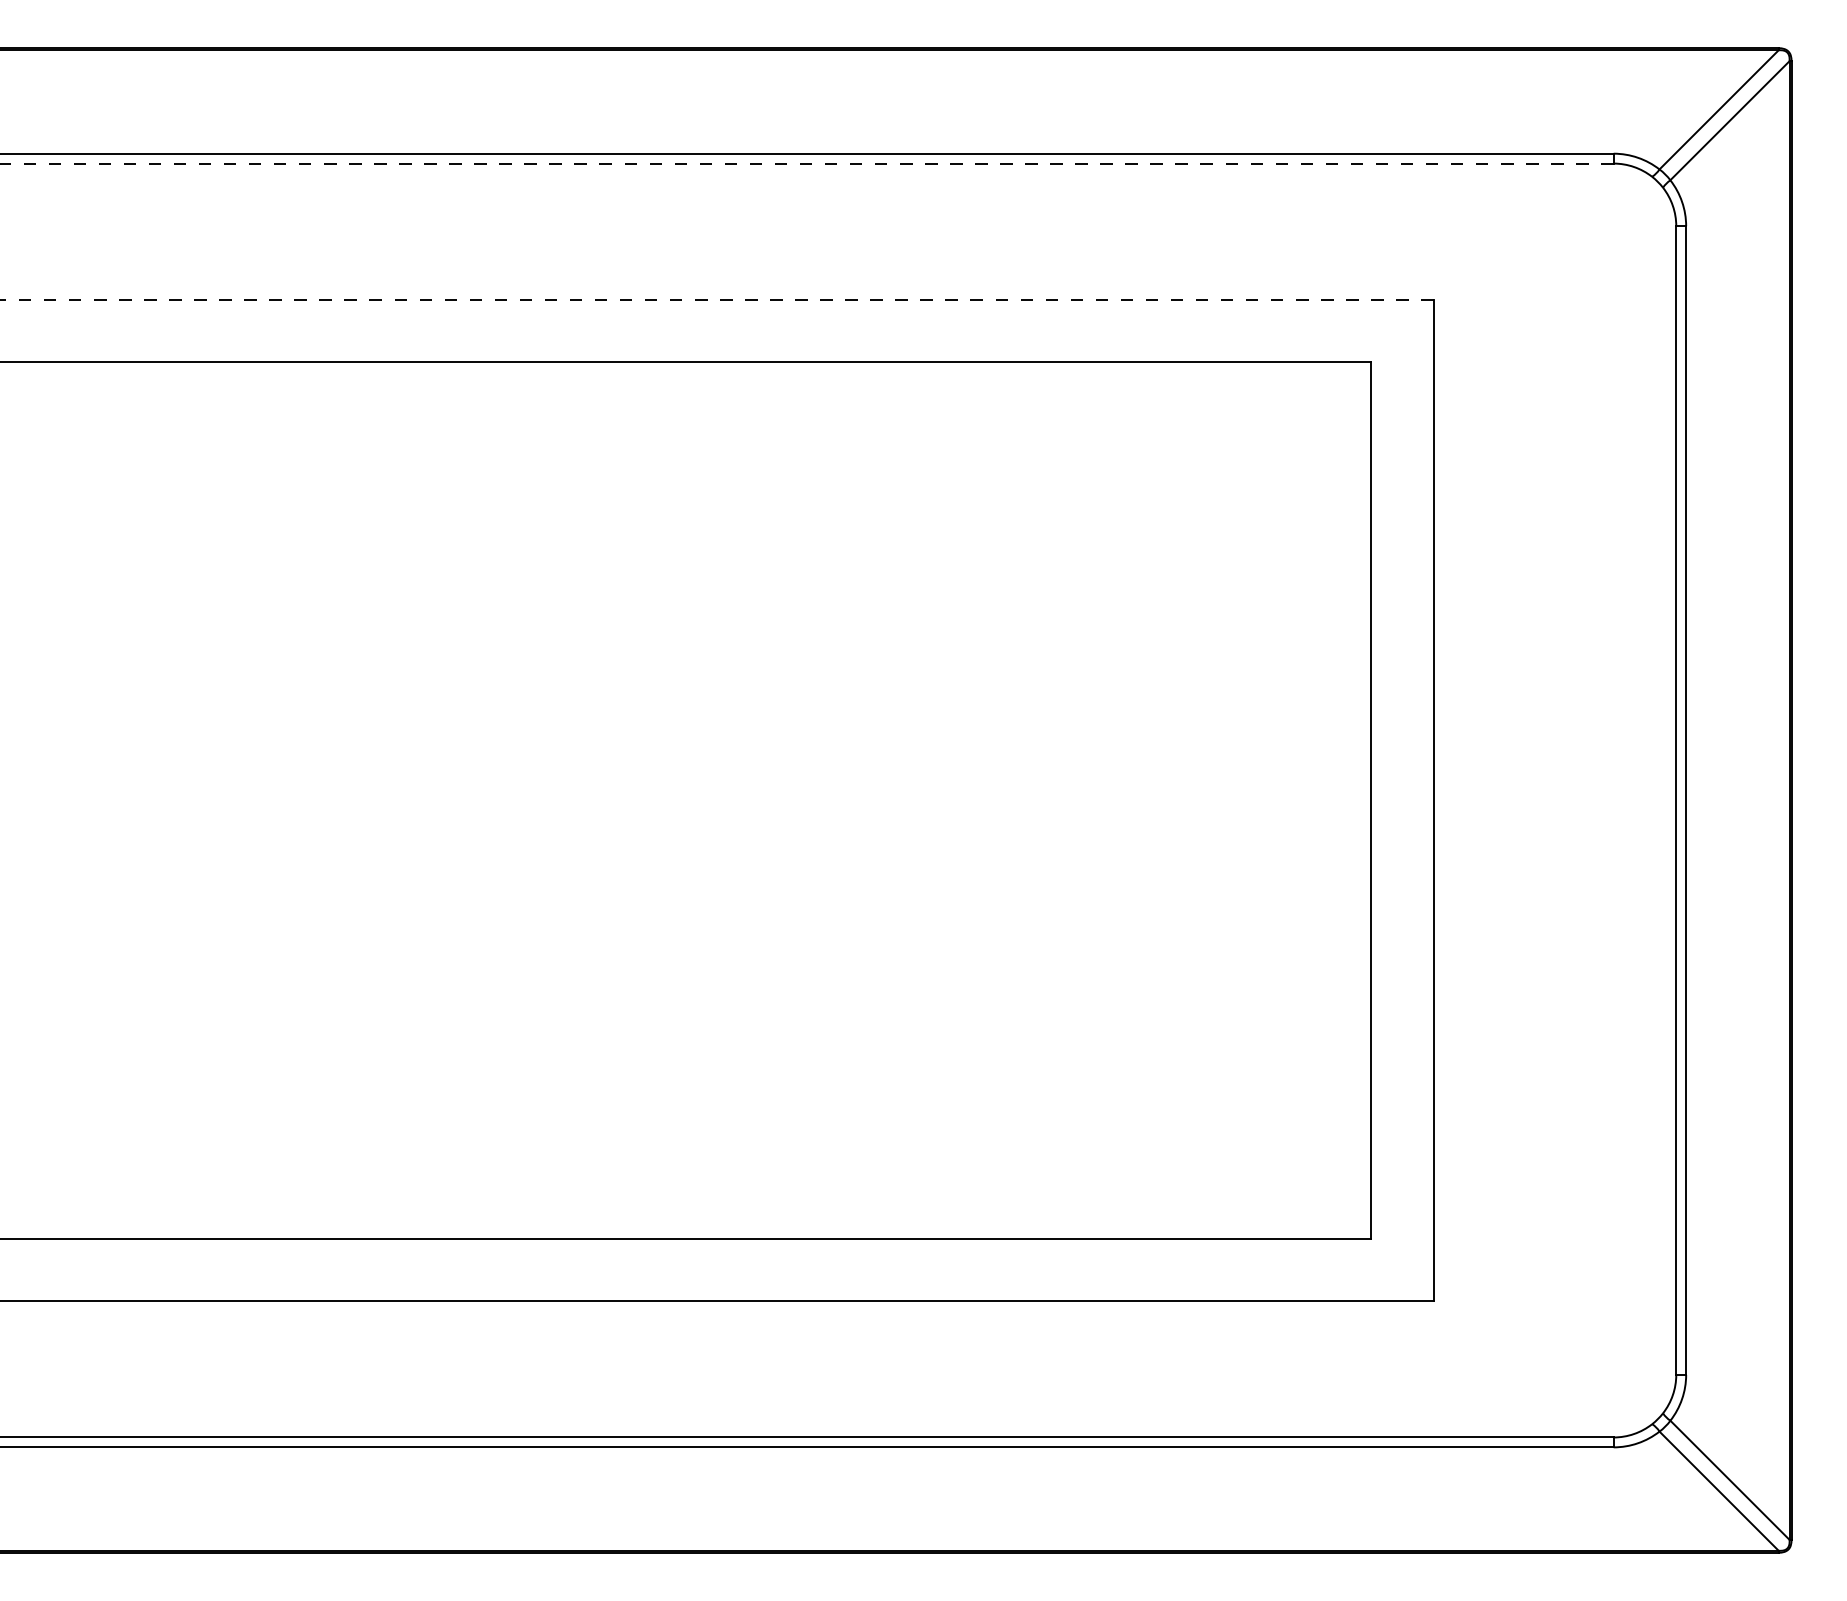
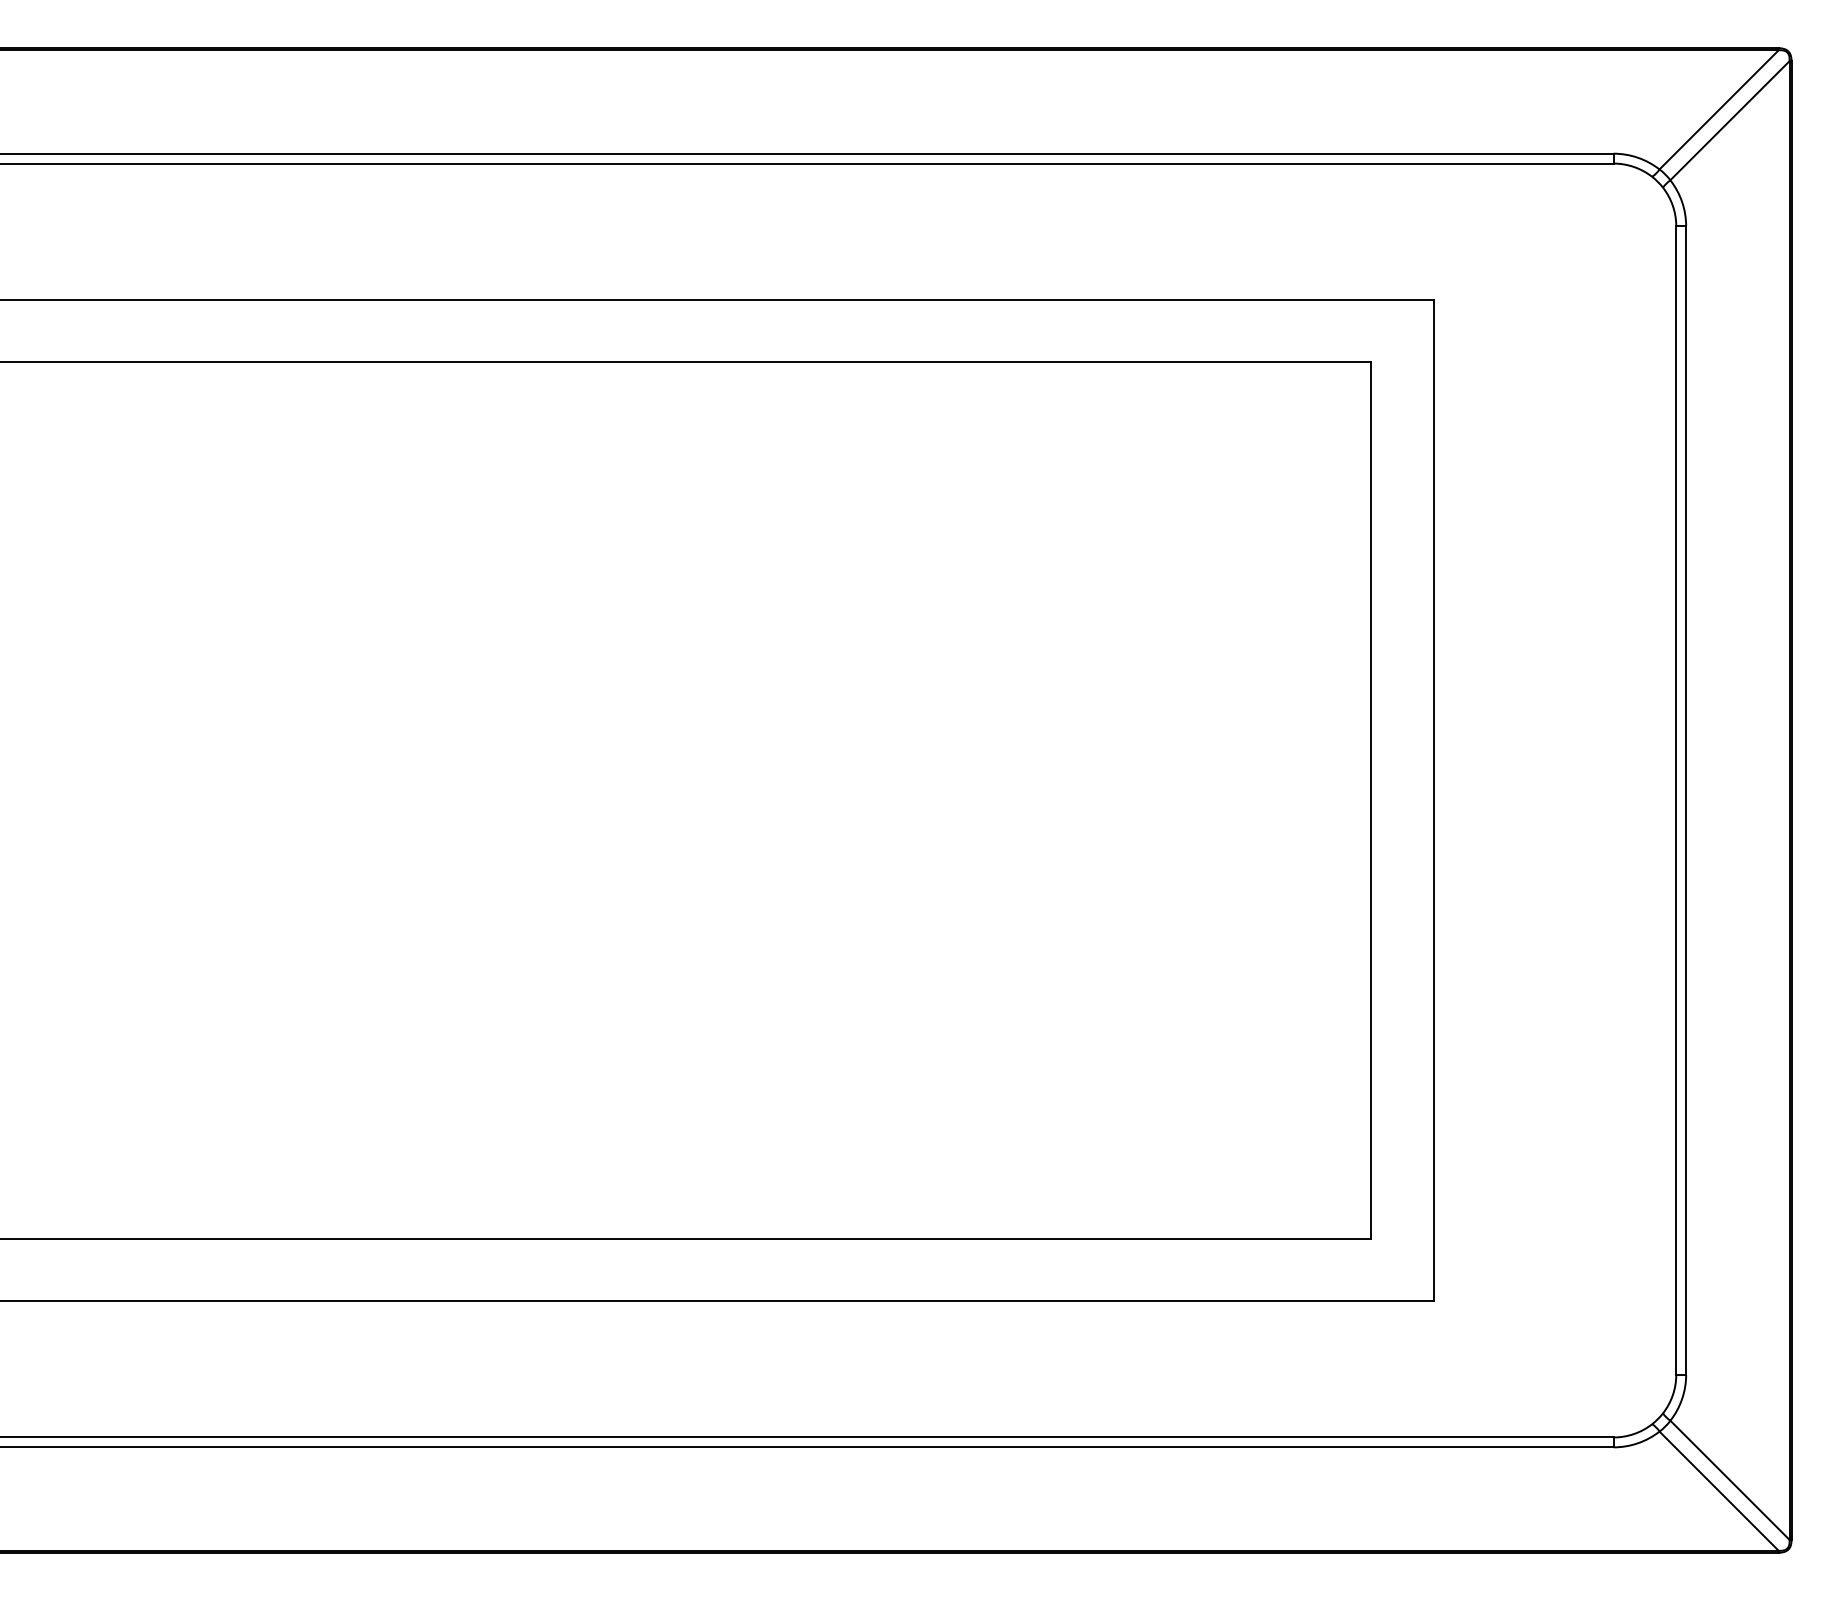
line at (806, 163): dashed -> solid
line at (717, 299): dashed -> solid
